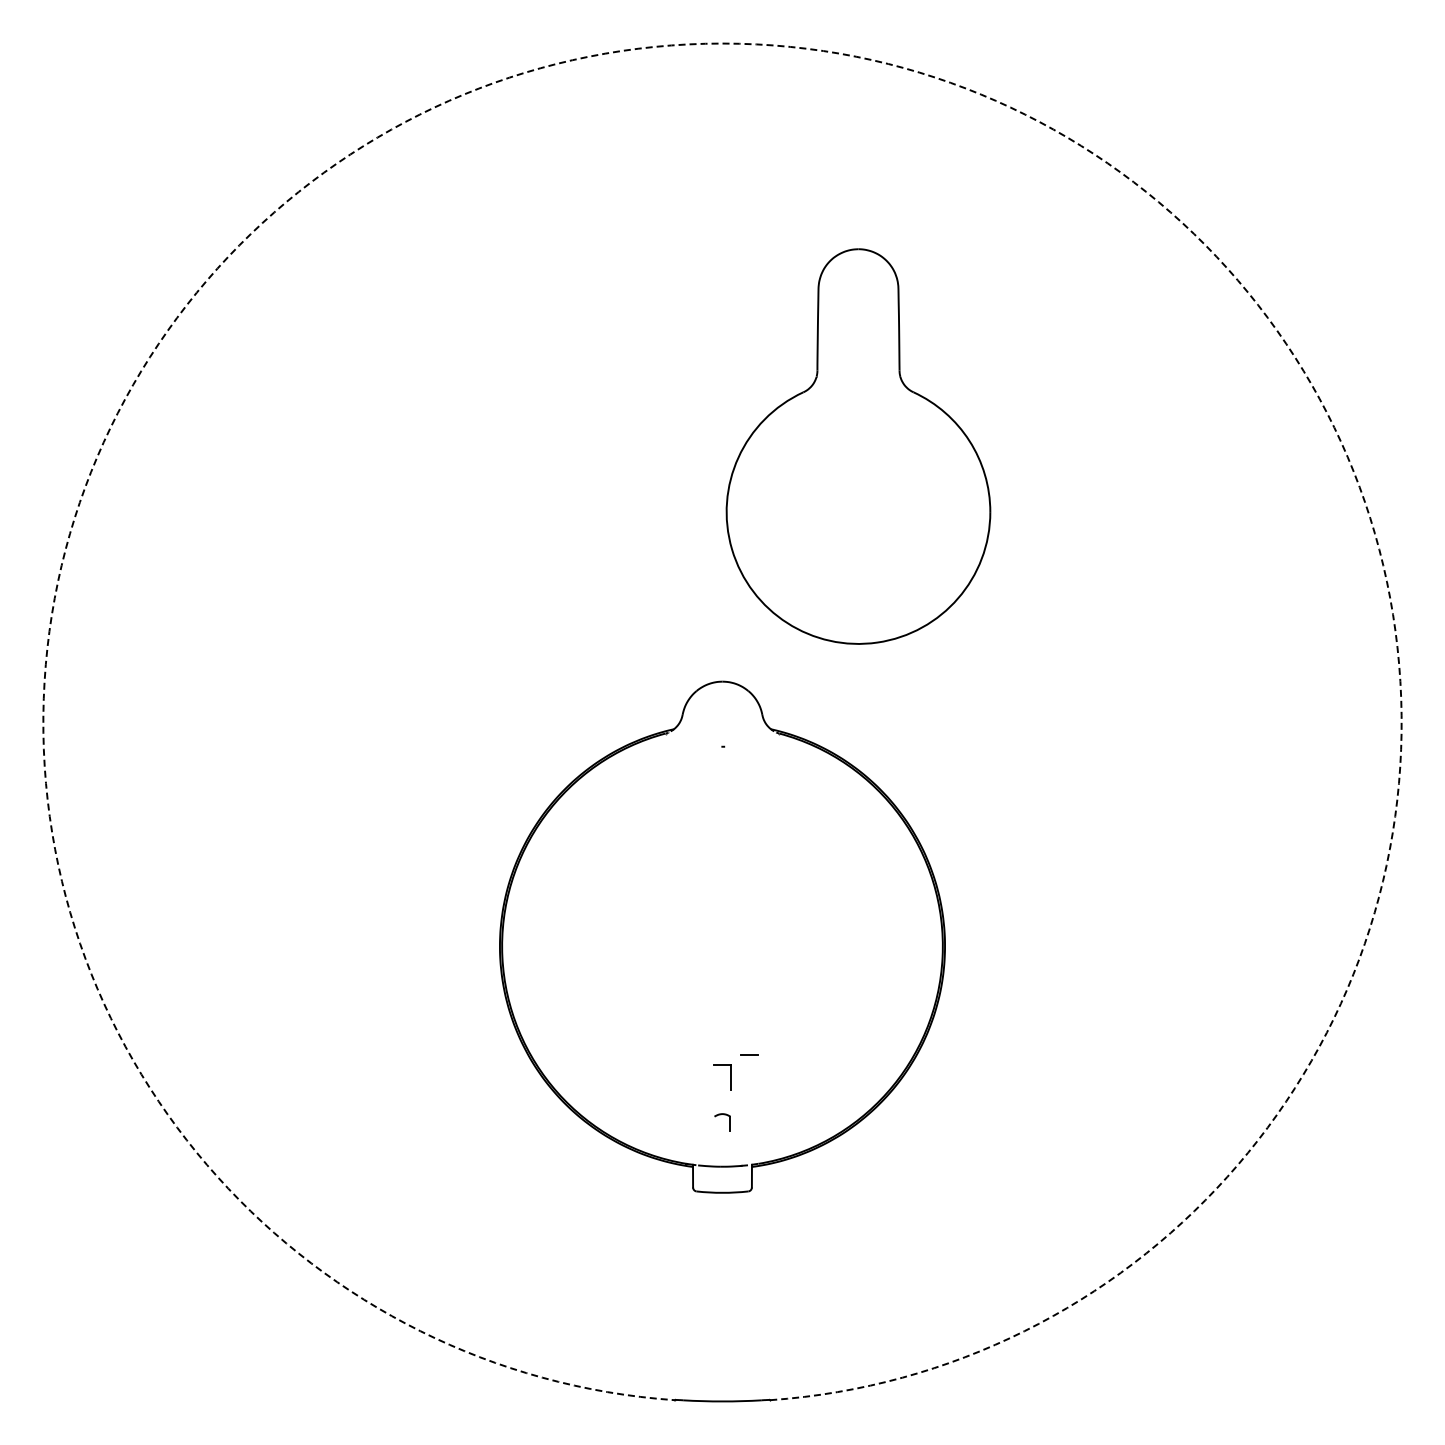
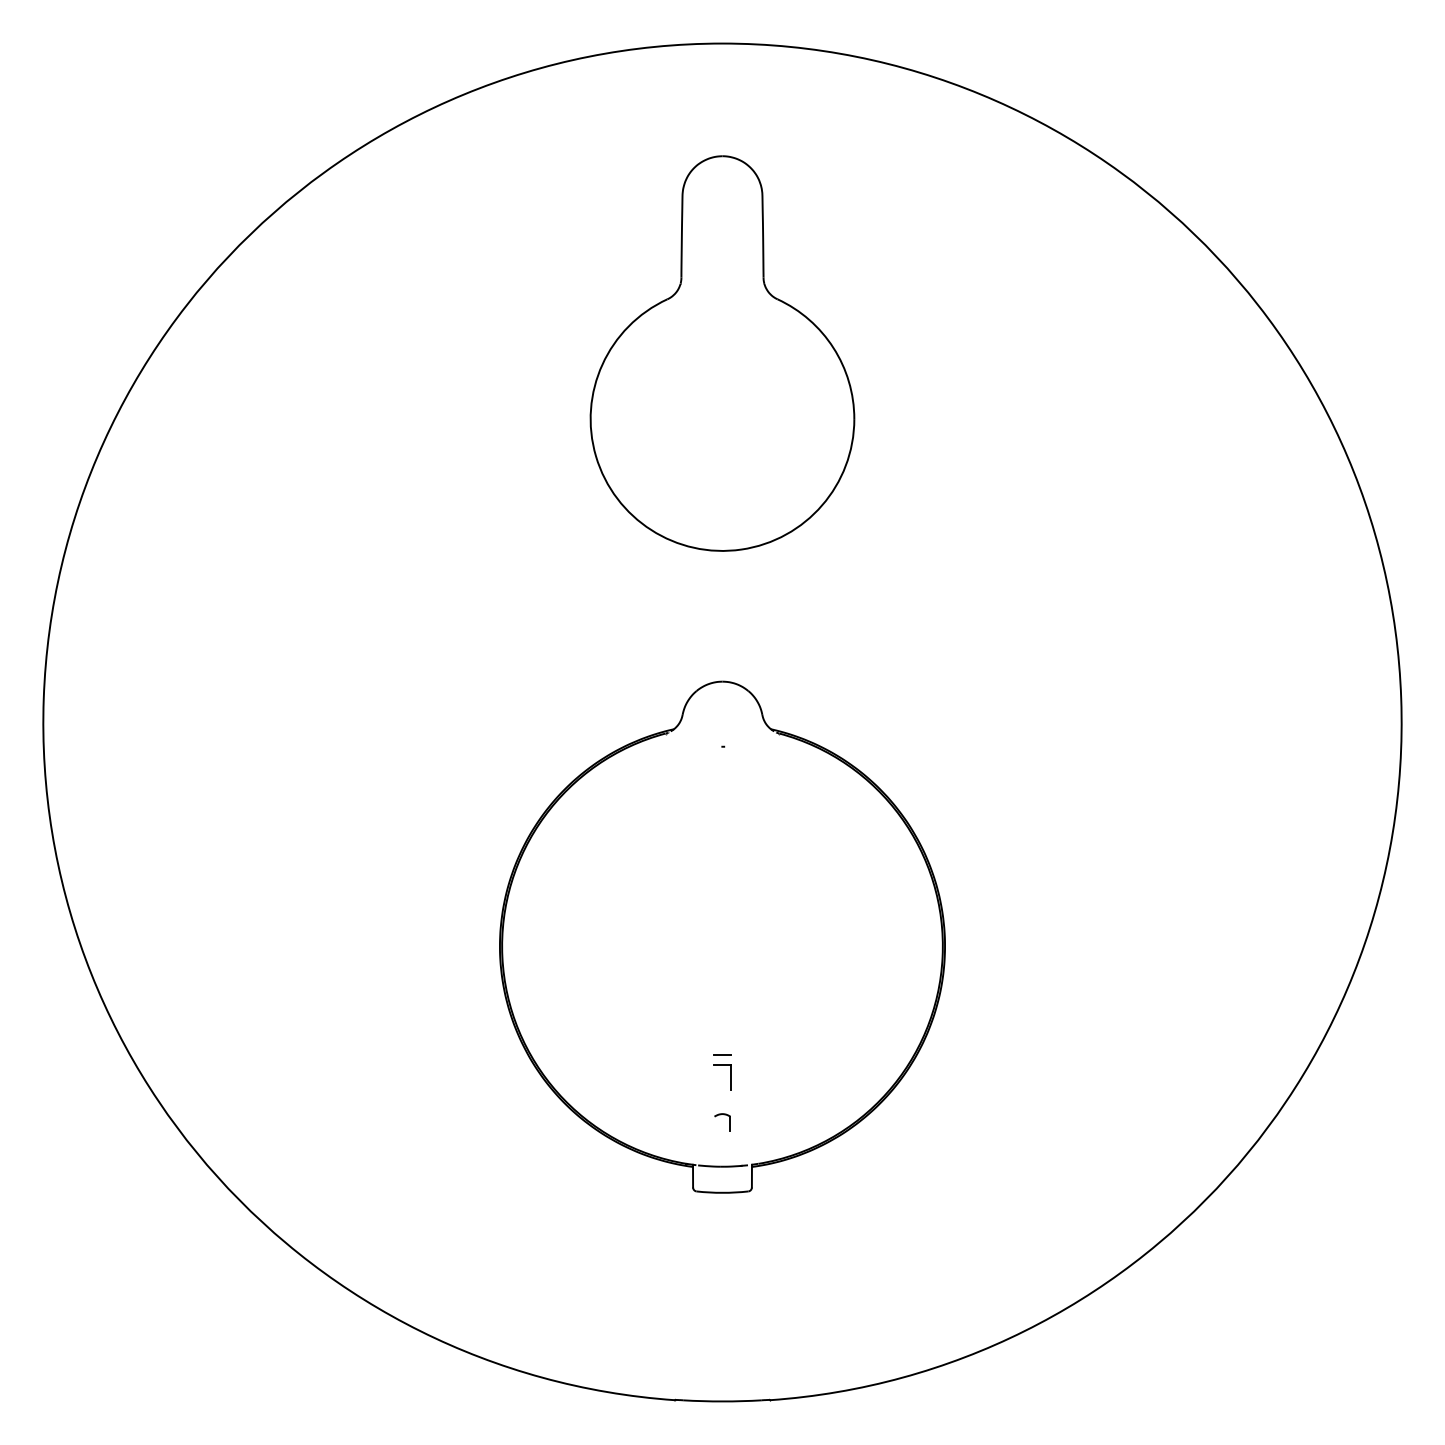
arc at (722, 43): dashed -> solid
part at (858, 446) position: (858, 446) -> (722, 353)
line at (749, 1054) position: (749, 1054) -> (722, 1054)
